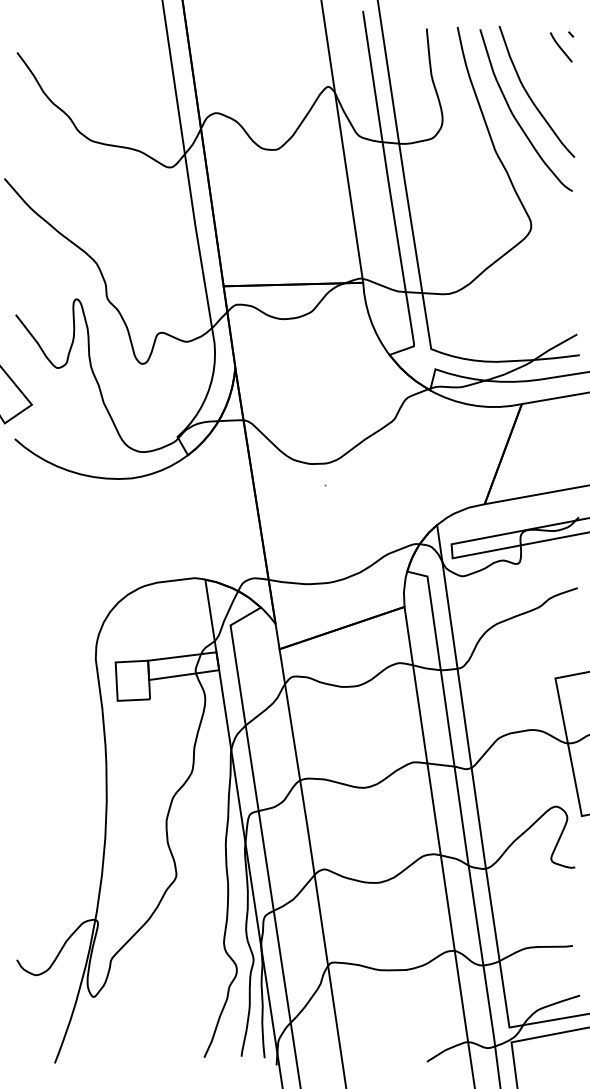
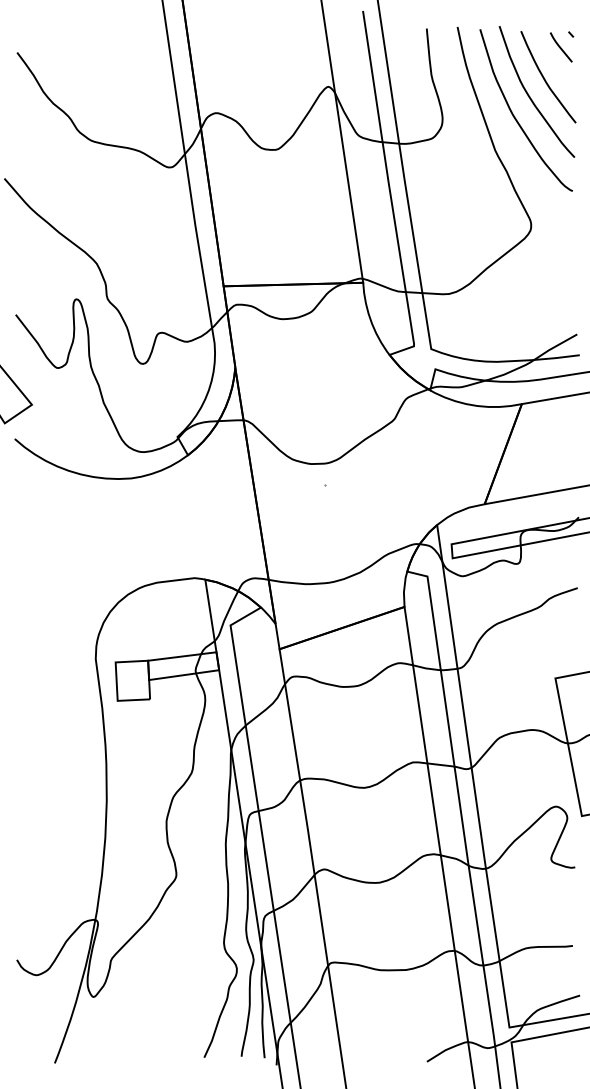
curve at (545, 79): none -> present
